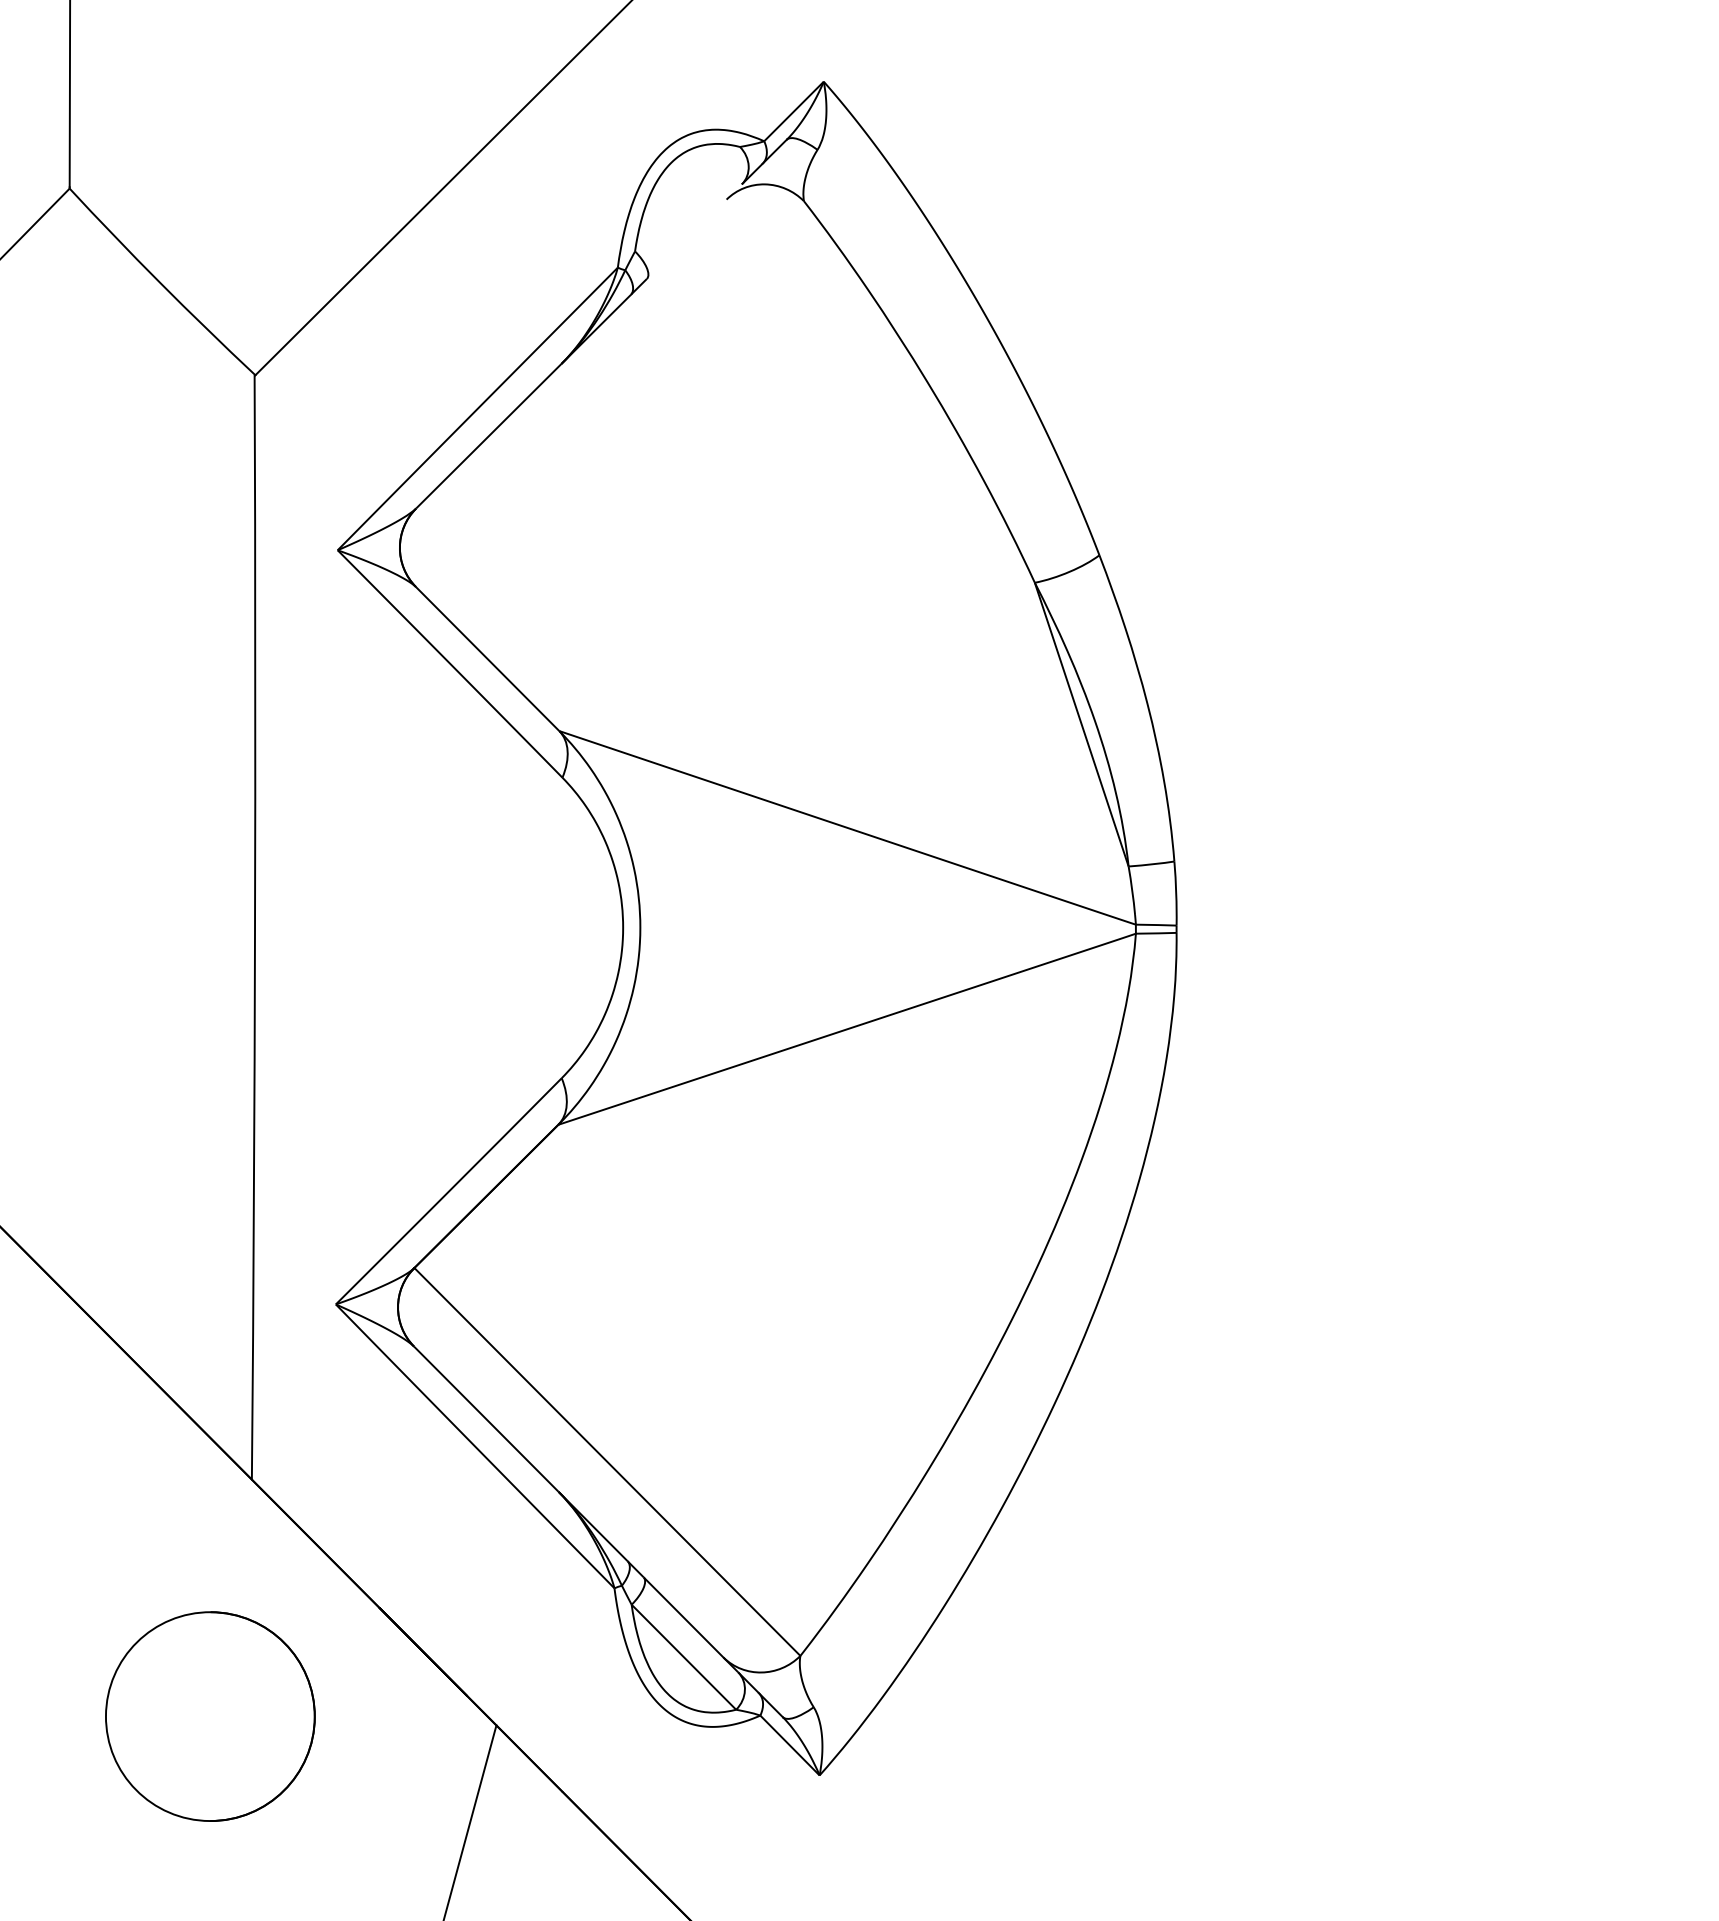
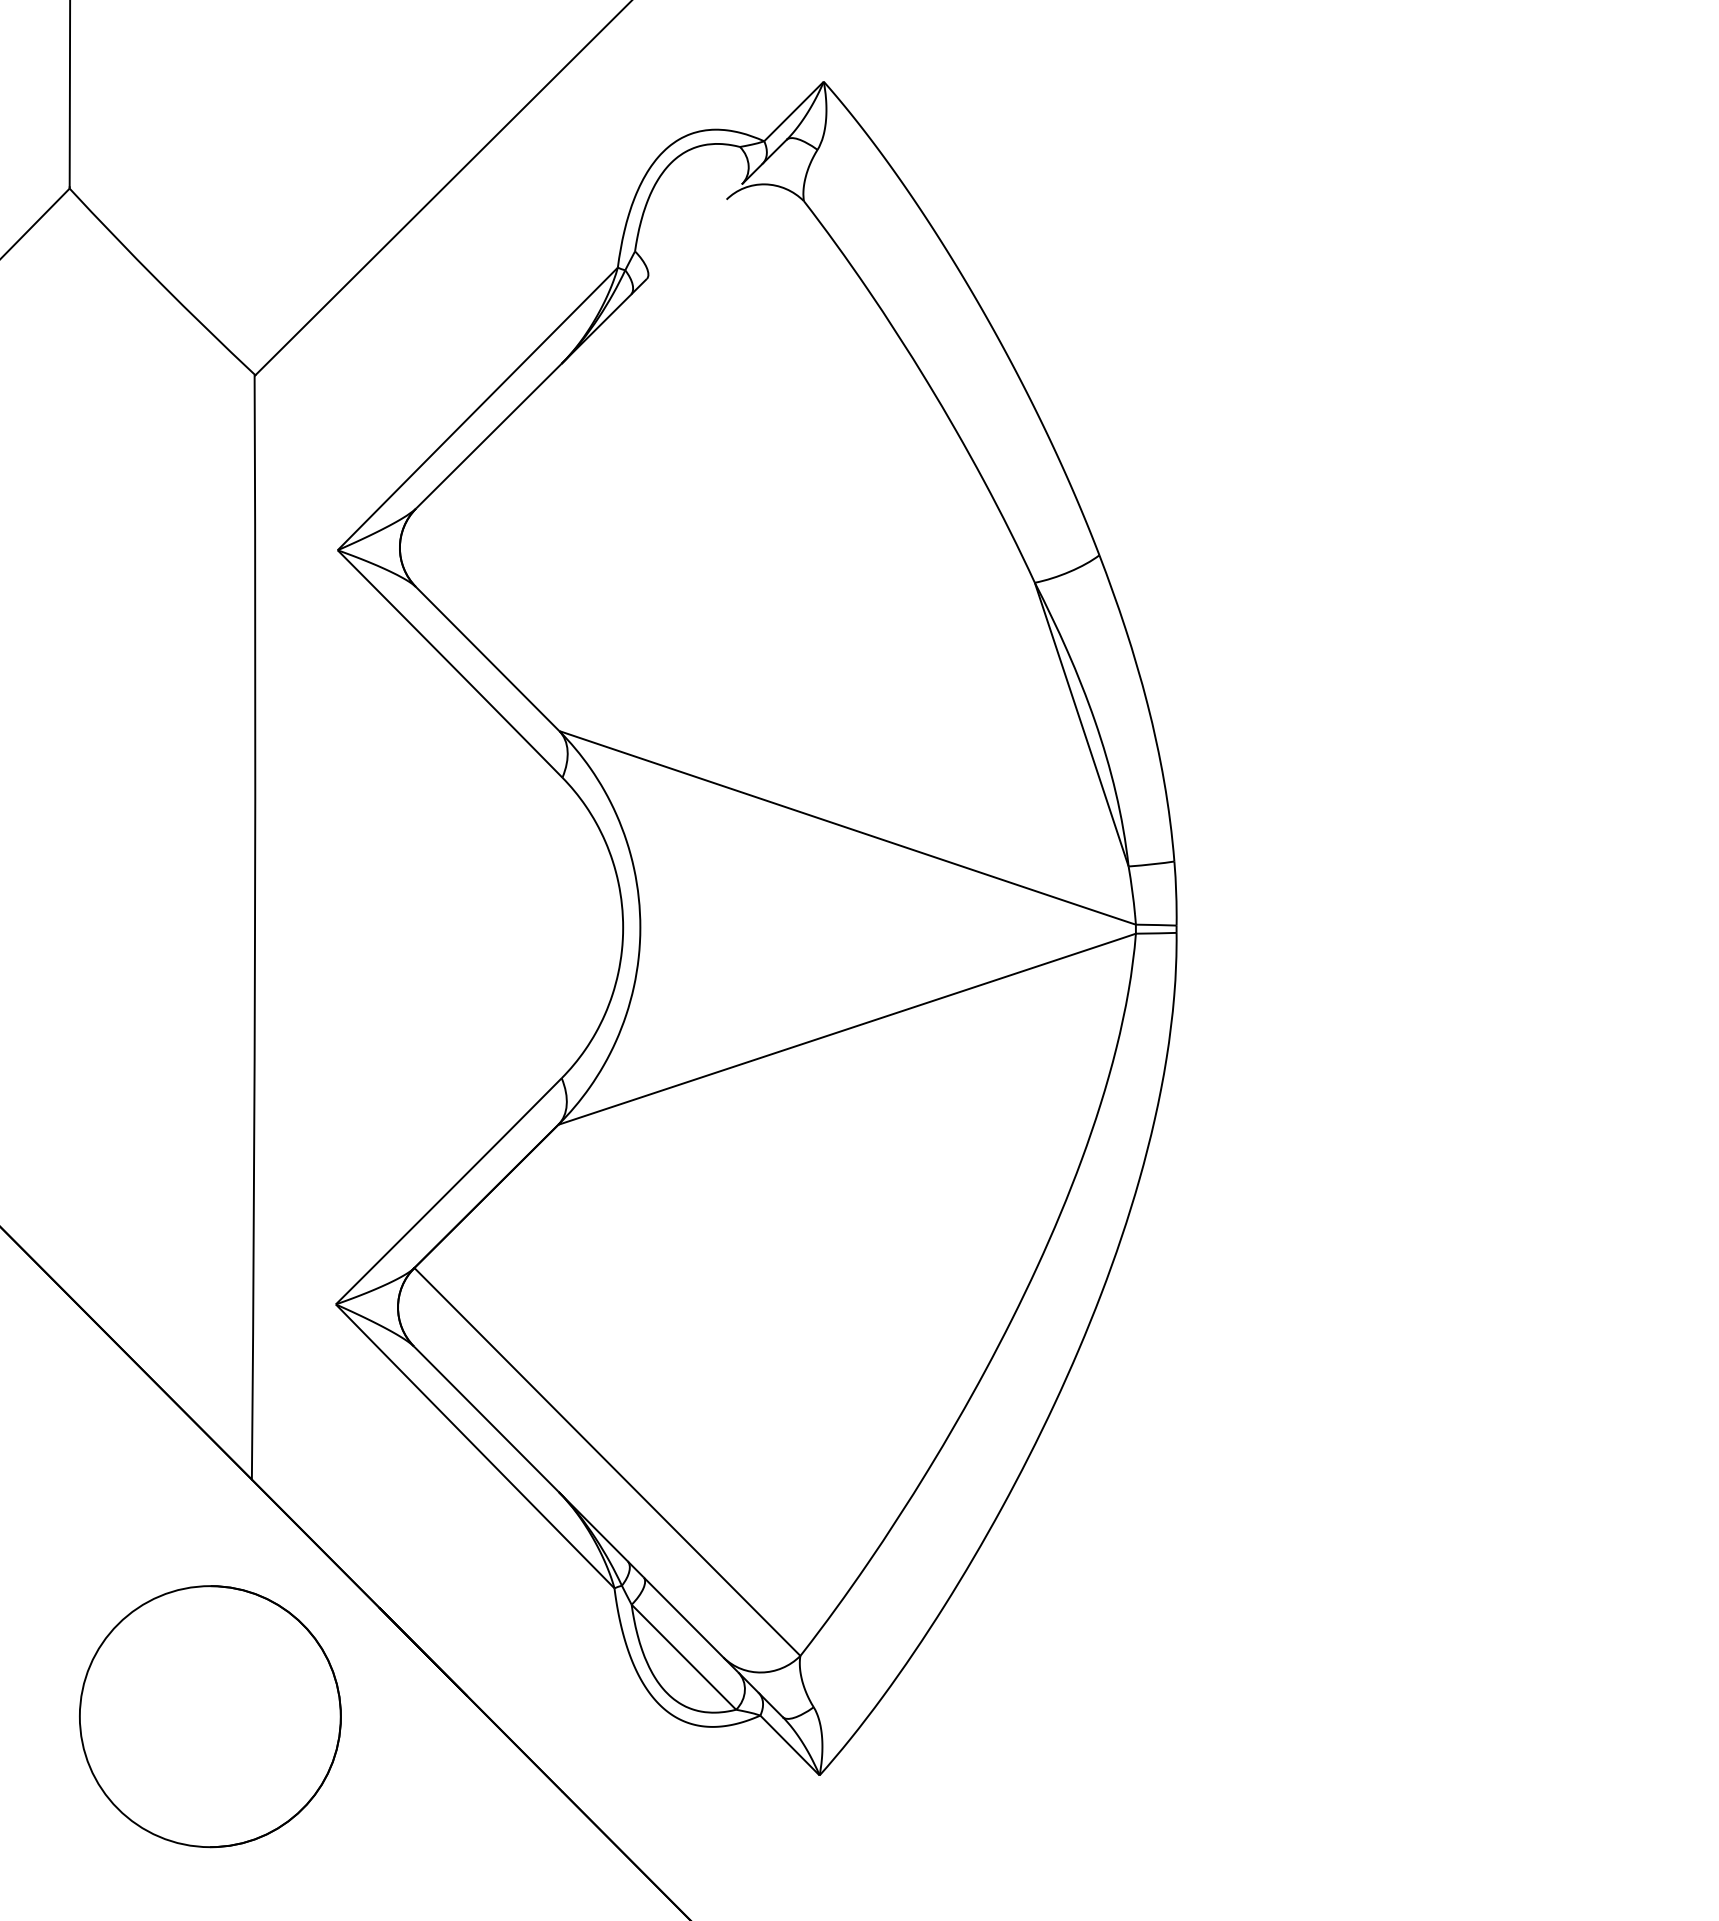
part at (210, 1716) size: 211x211 px -> 263x264 px
line at (470, 1821): present -> none
